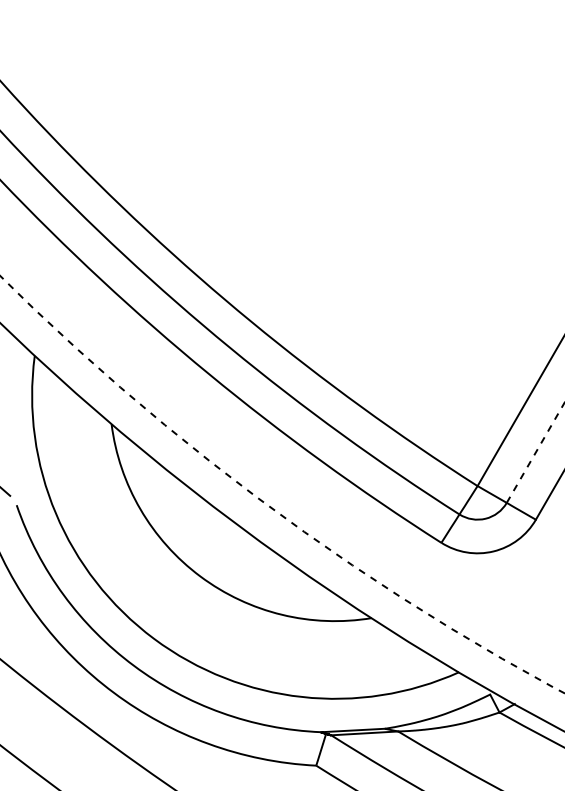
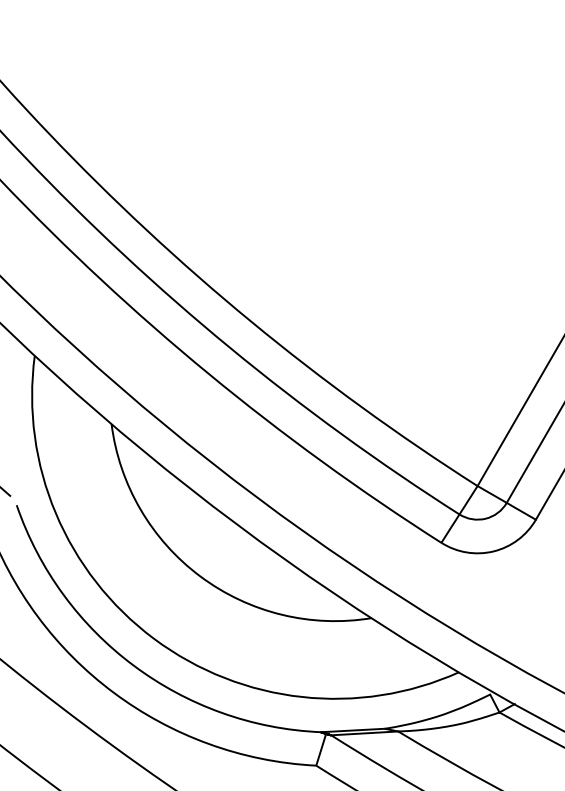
line at (535, 452): dashed -> solid
circle at (282, 484): dashed -> solid
